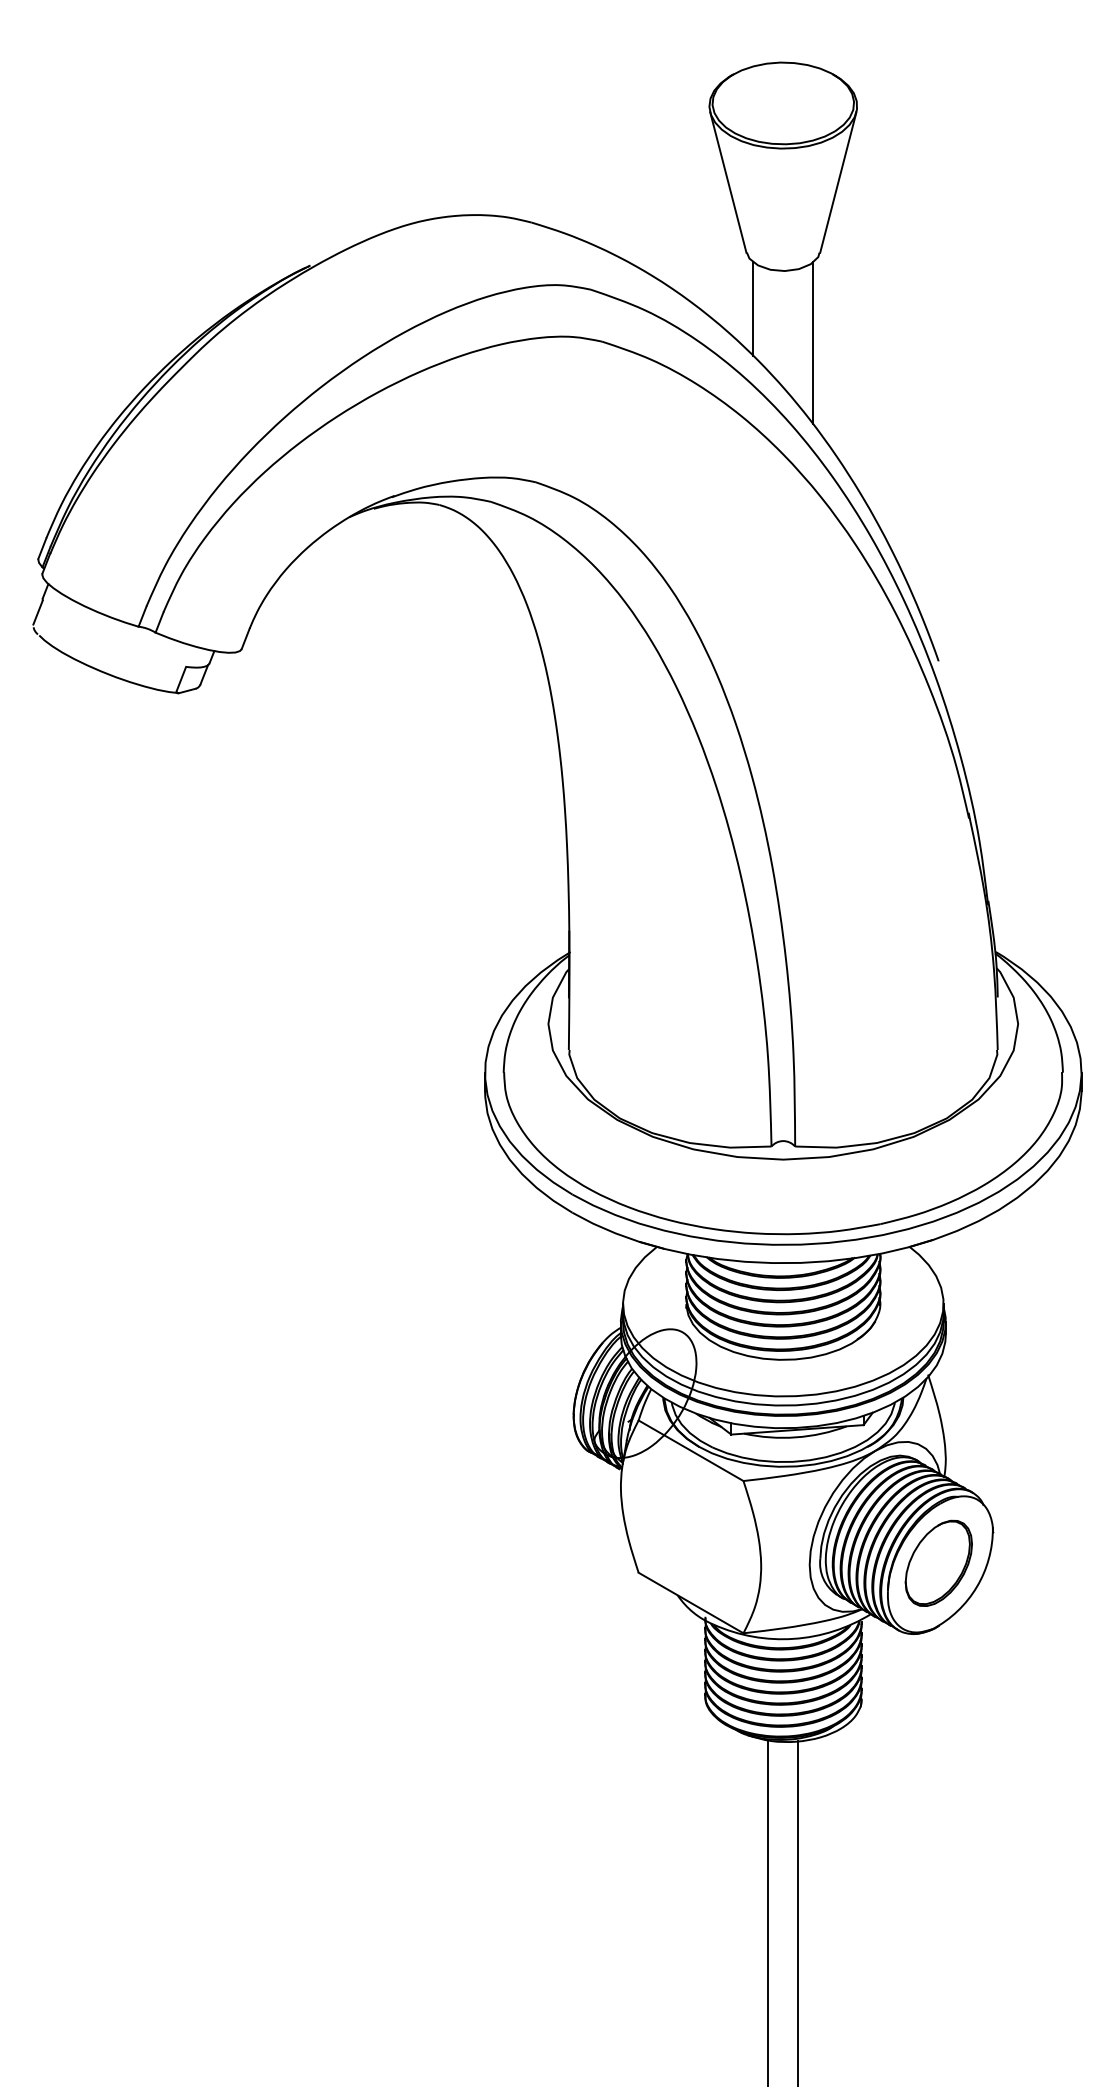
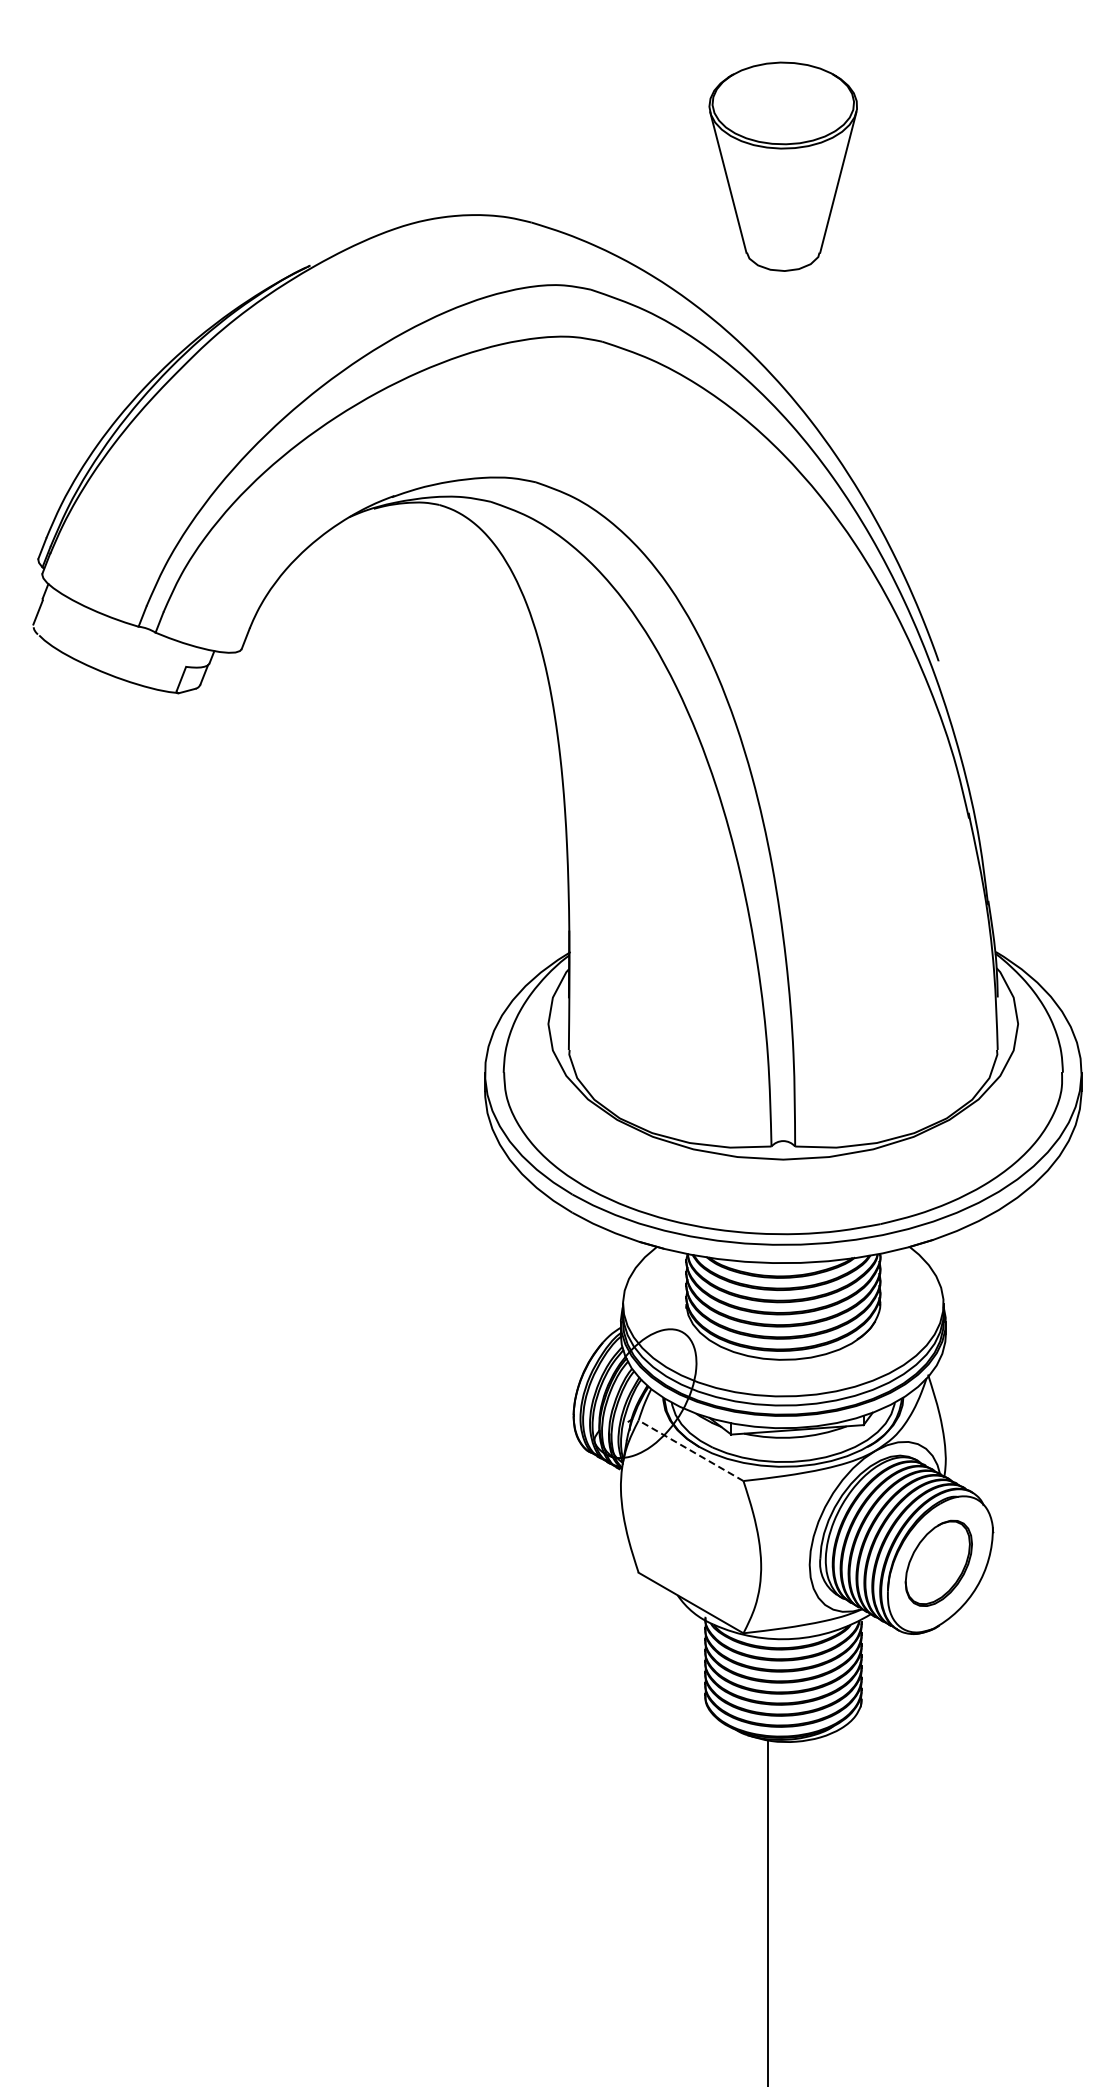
line at (753, 308): present -> none
line at (813, 342): present -> none
line at (691, 1450): solid -> dashed
line at (798, 1912): present -> none
